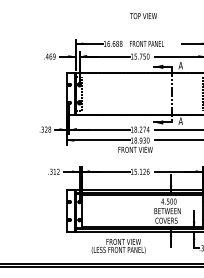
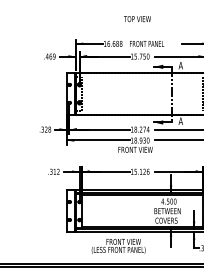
text at (143, 16) position: (143, 16) -> (137, 19)
